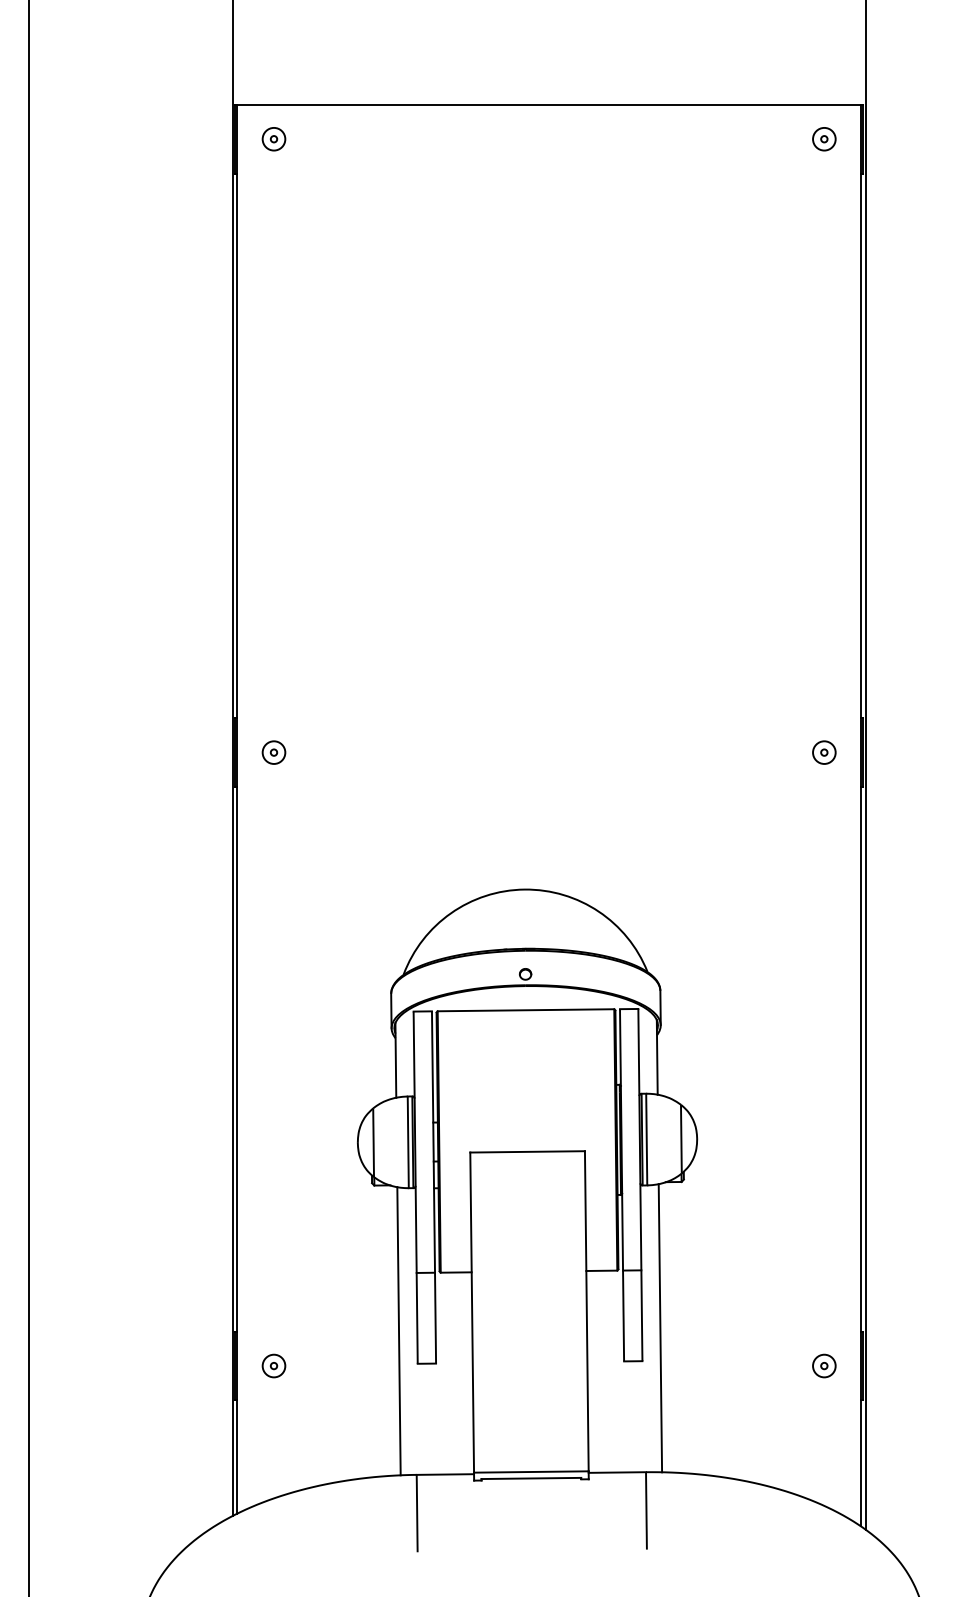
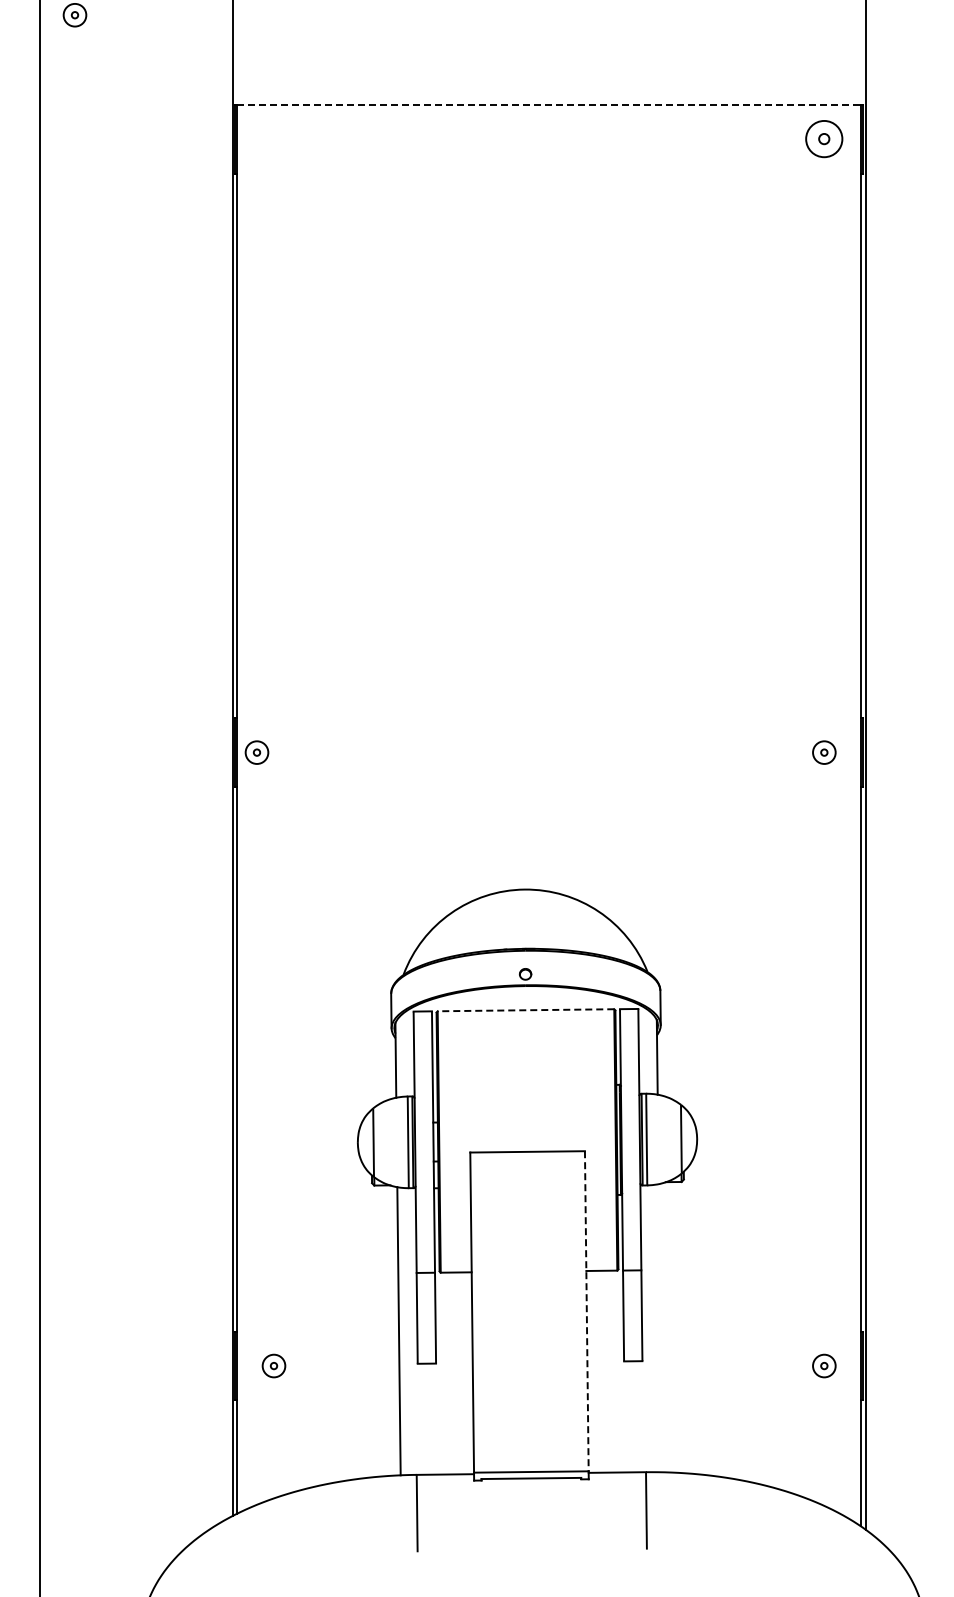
line at (549, 104): solid -> dashed
part at (273, 139) position: (273, 139) -> (74, 15)
part at (824, 139) size: 25x25 px -> 39x39 px
part at (273, 752) position: (273, 752) -> (256, 752)
line at (28, 797) position: (28, 797) -> (39, 797)
line at (525, 1010): solid -> dashed
line at (586, 1311): solid -> dashed
line at (660, 1328): present -> none
